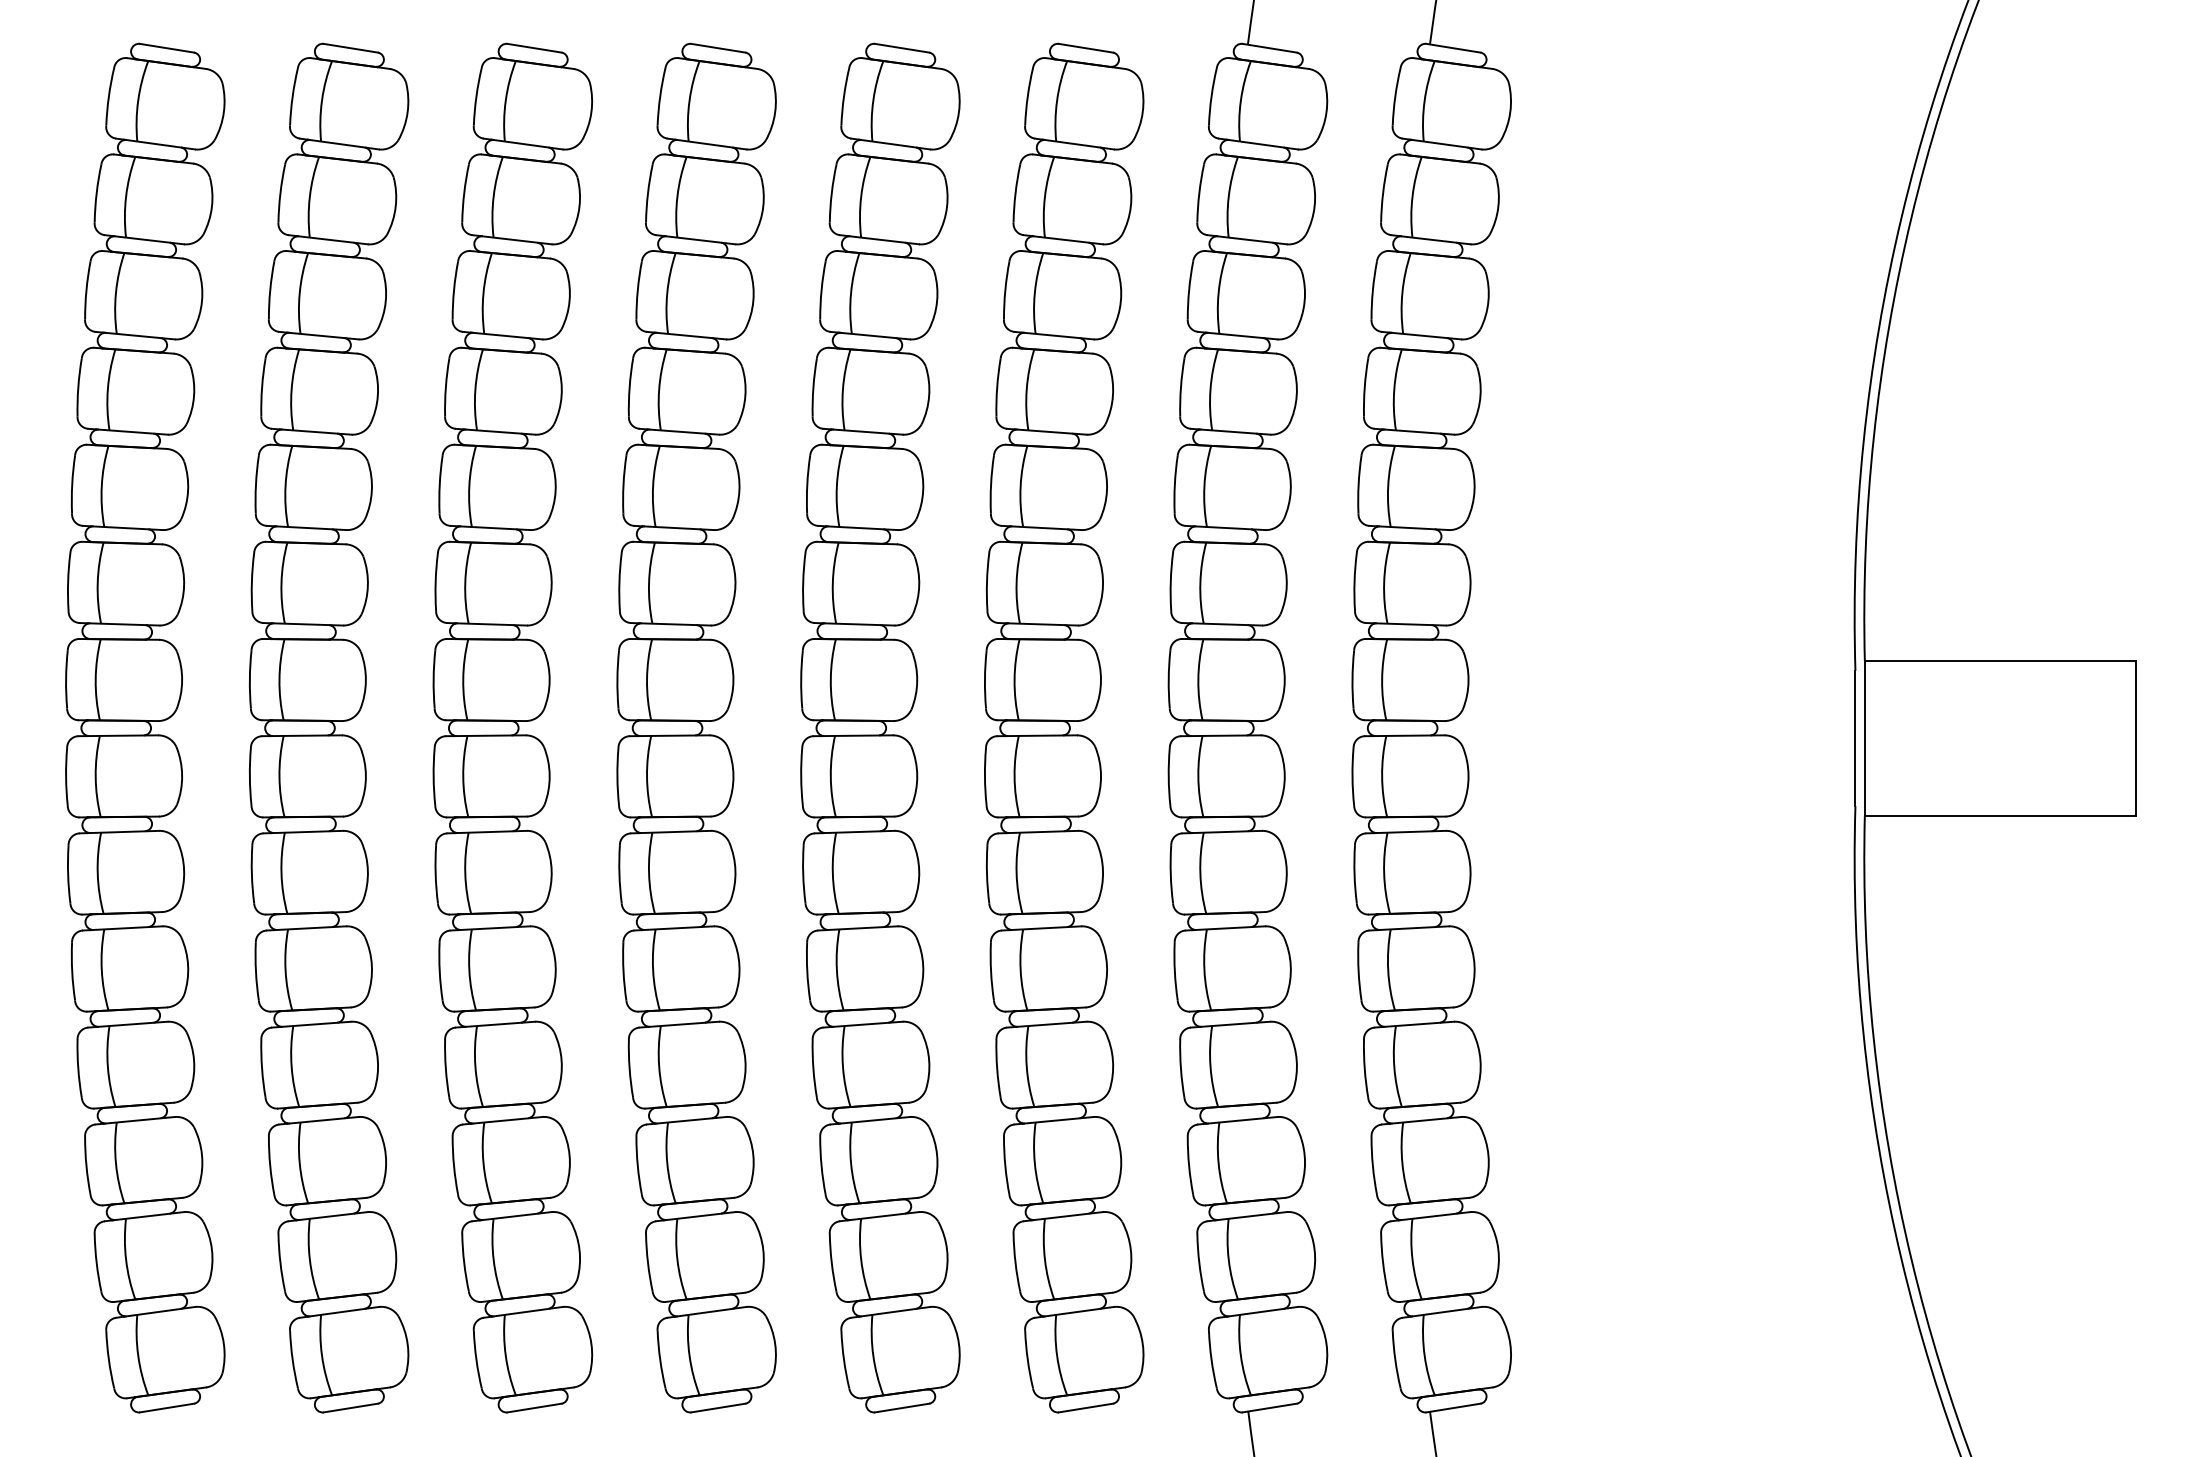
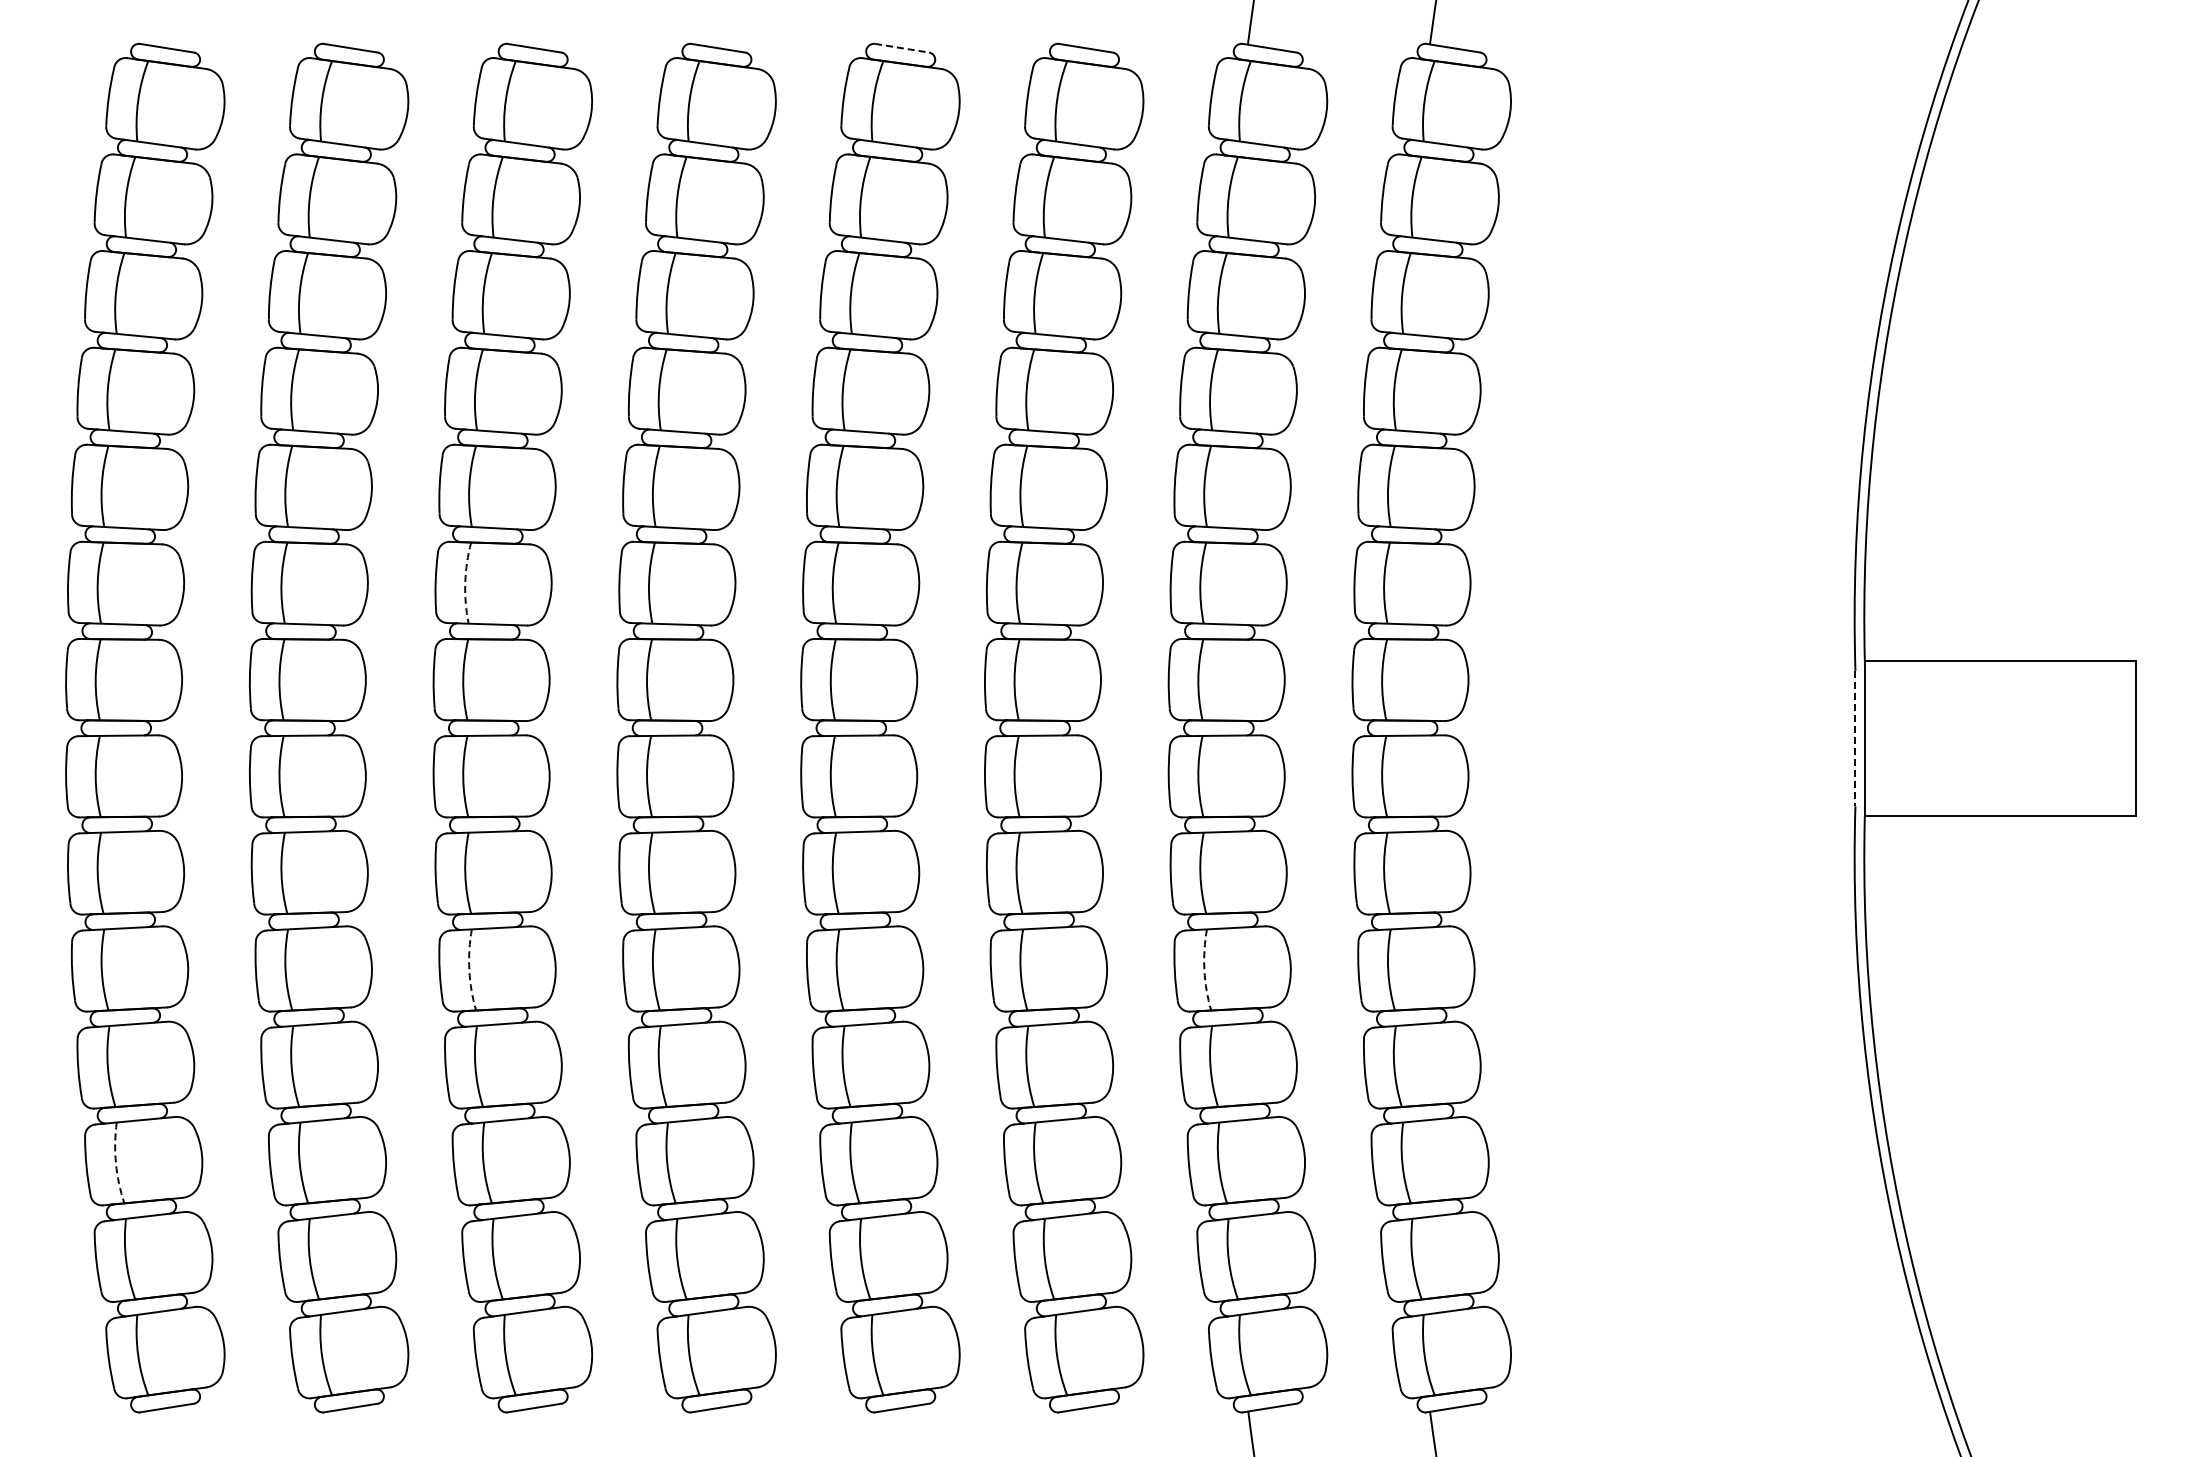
line at (902, 48): solid -> dashed
arc at (465, 582): solid -> dashed
line at (1855, 738): solid -> dashed
arc at (469, 970): solid -> dashed
arc at (1204, 970): solid -> dashed
arc at (115, 1163): solid -> dashed
